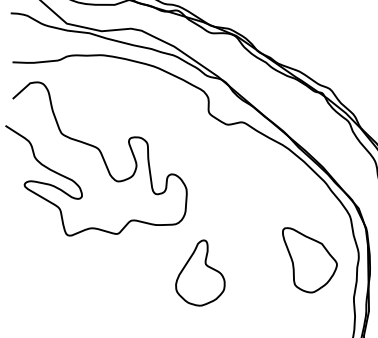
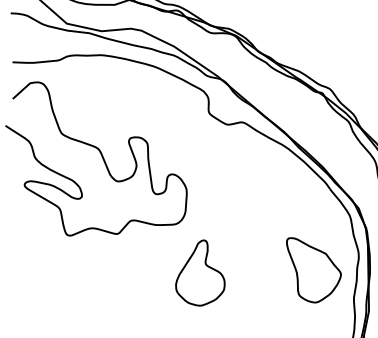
part at (309, 260) position: (309, 260) -> (313, 270)
